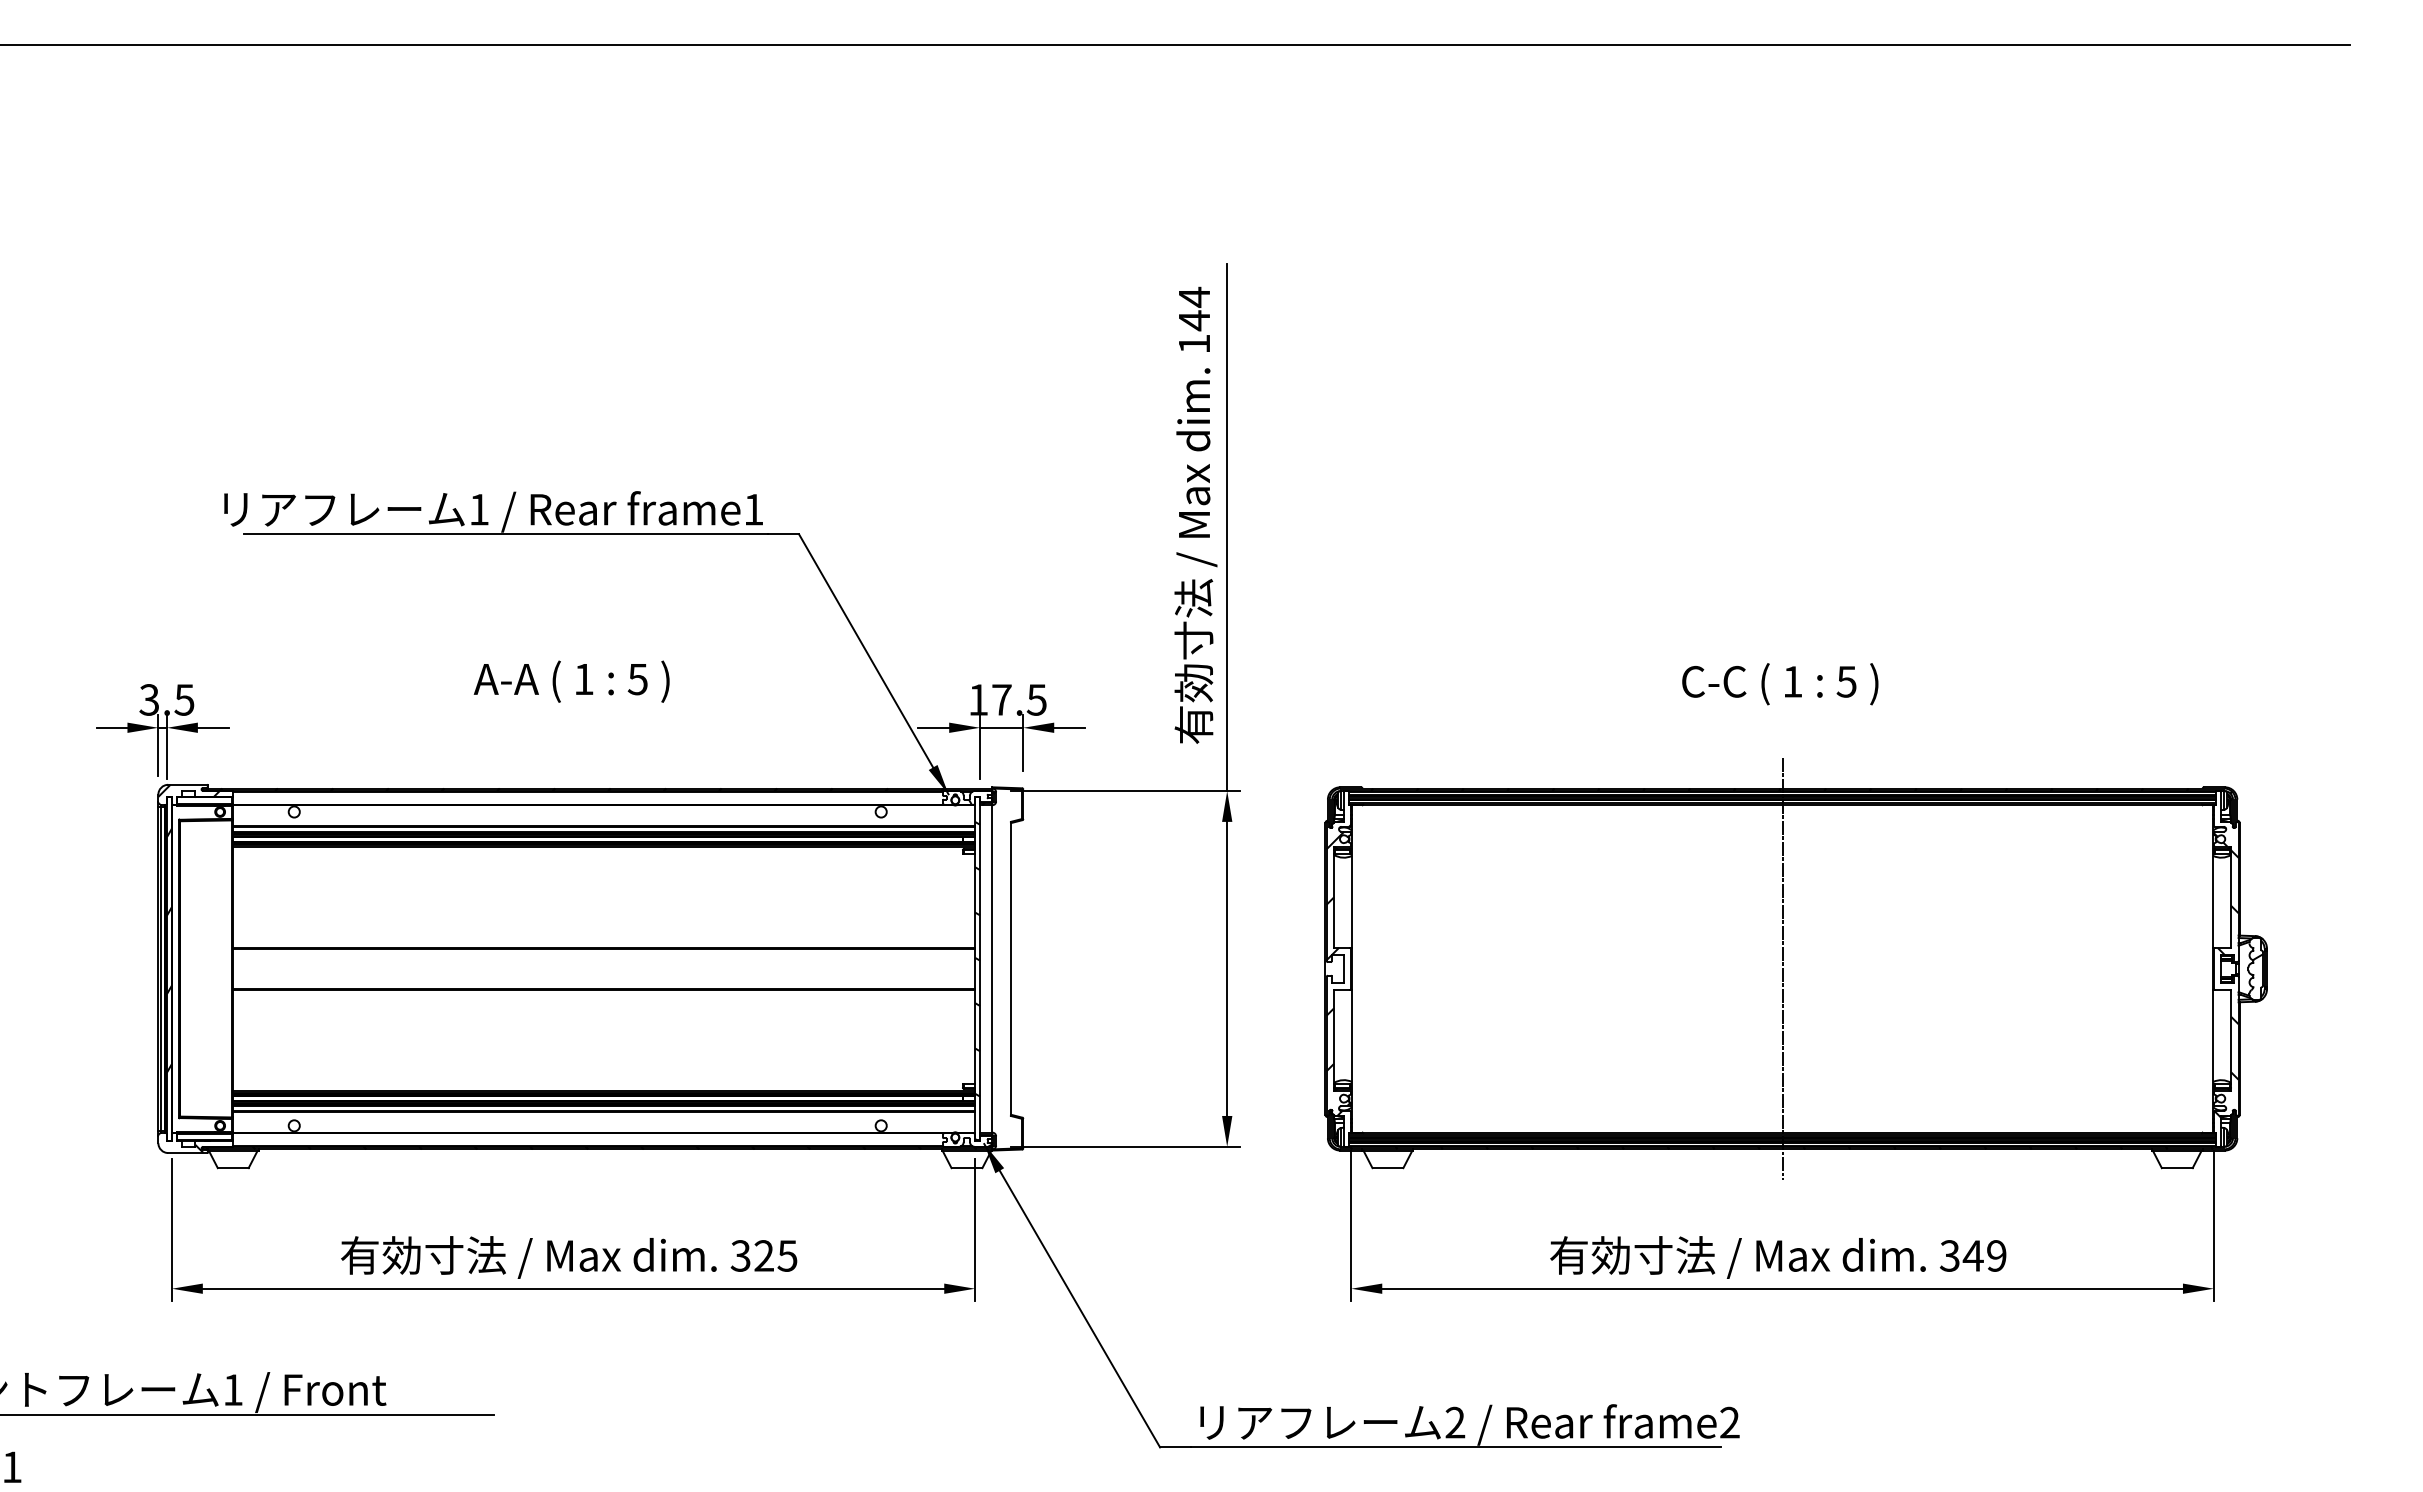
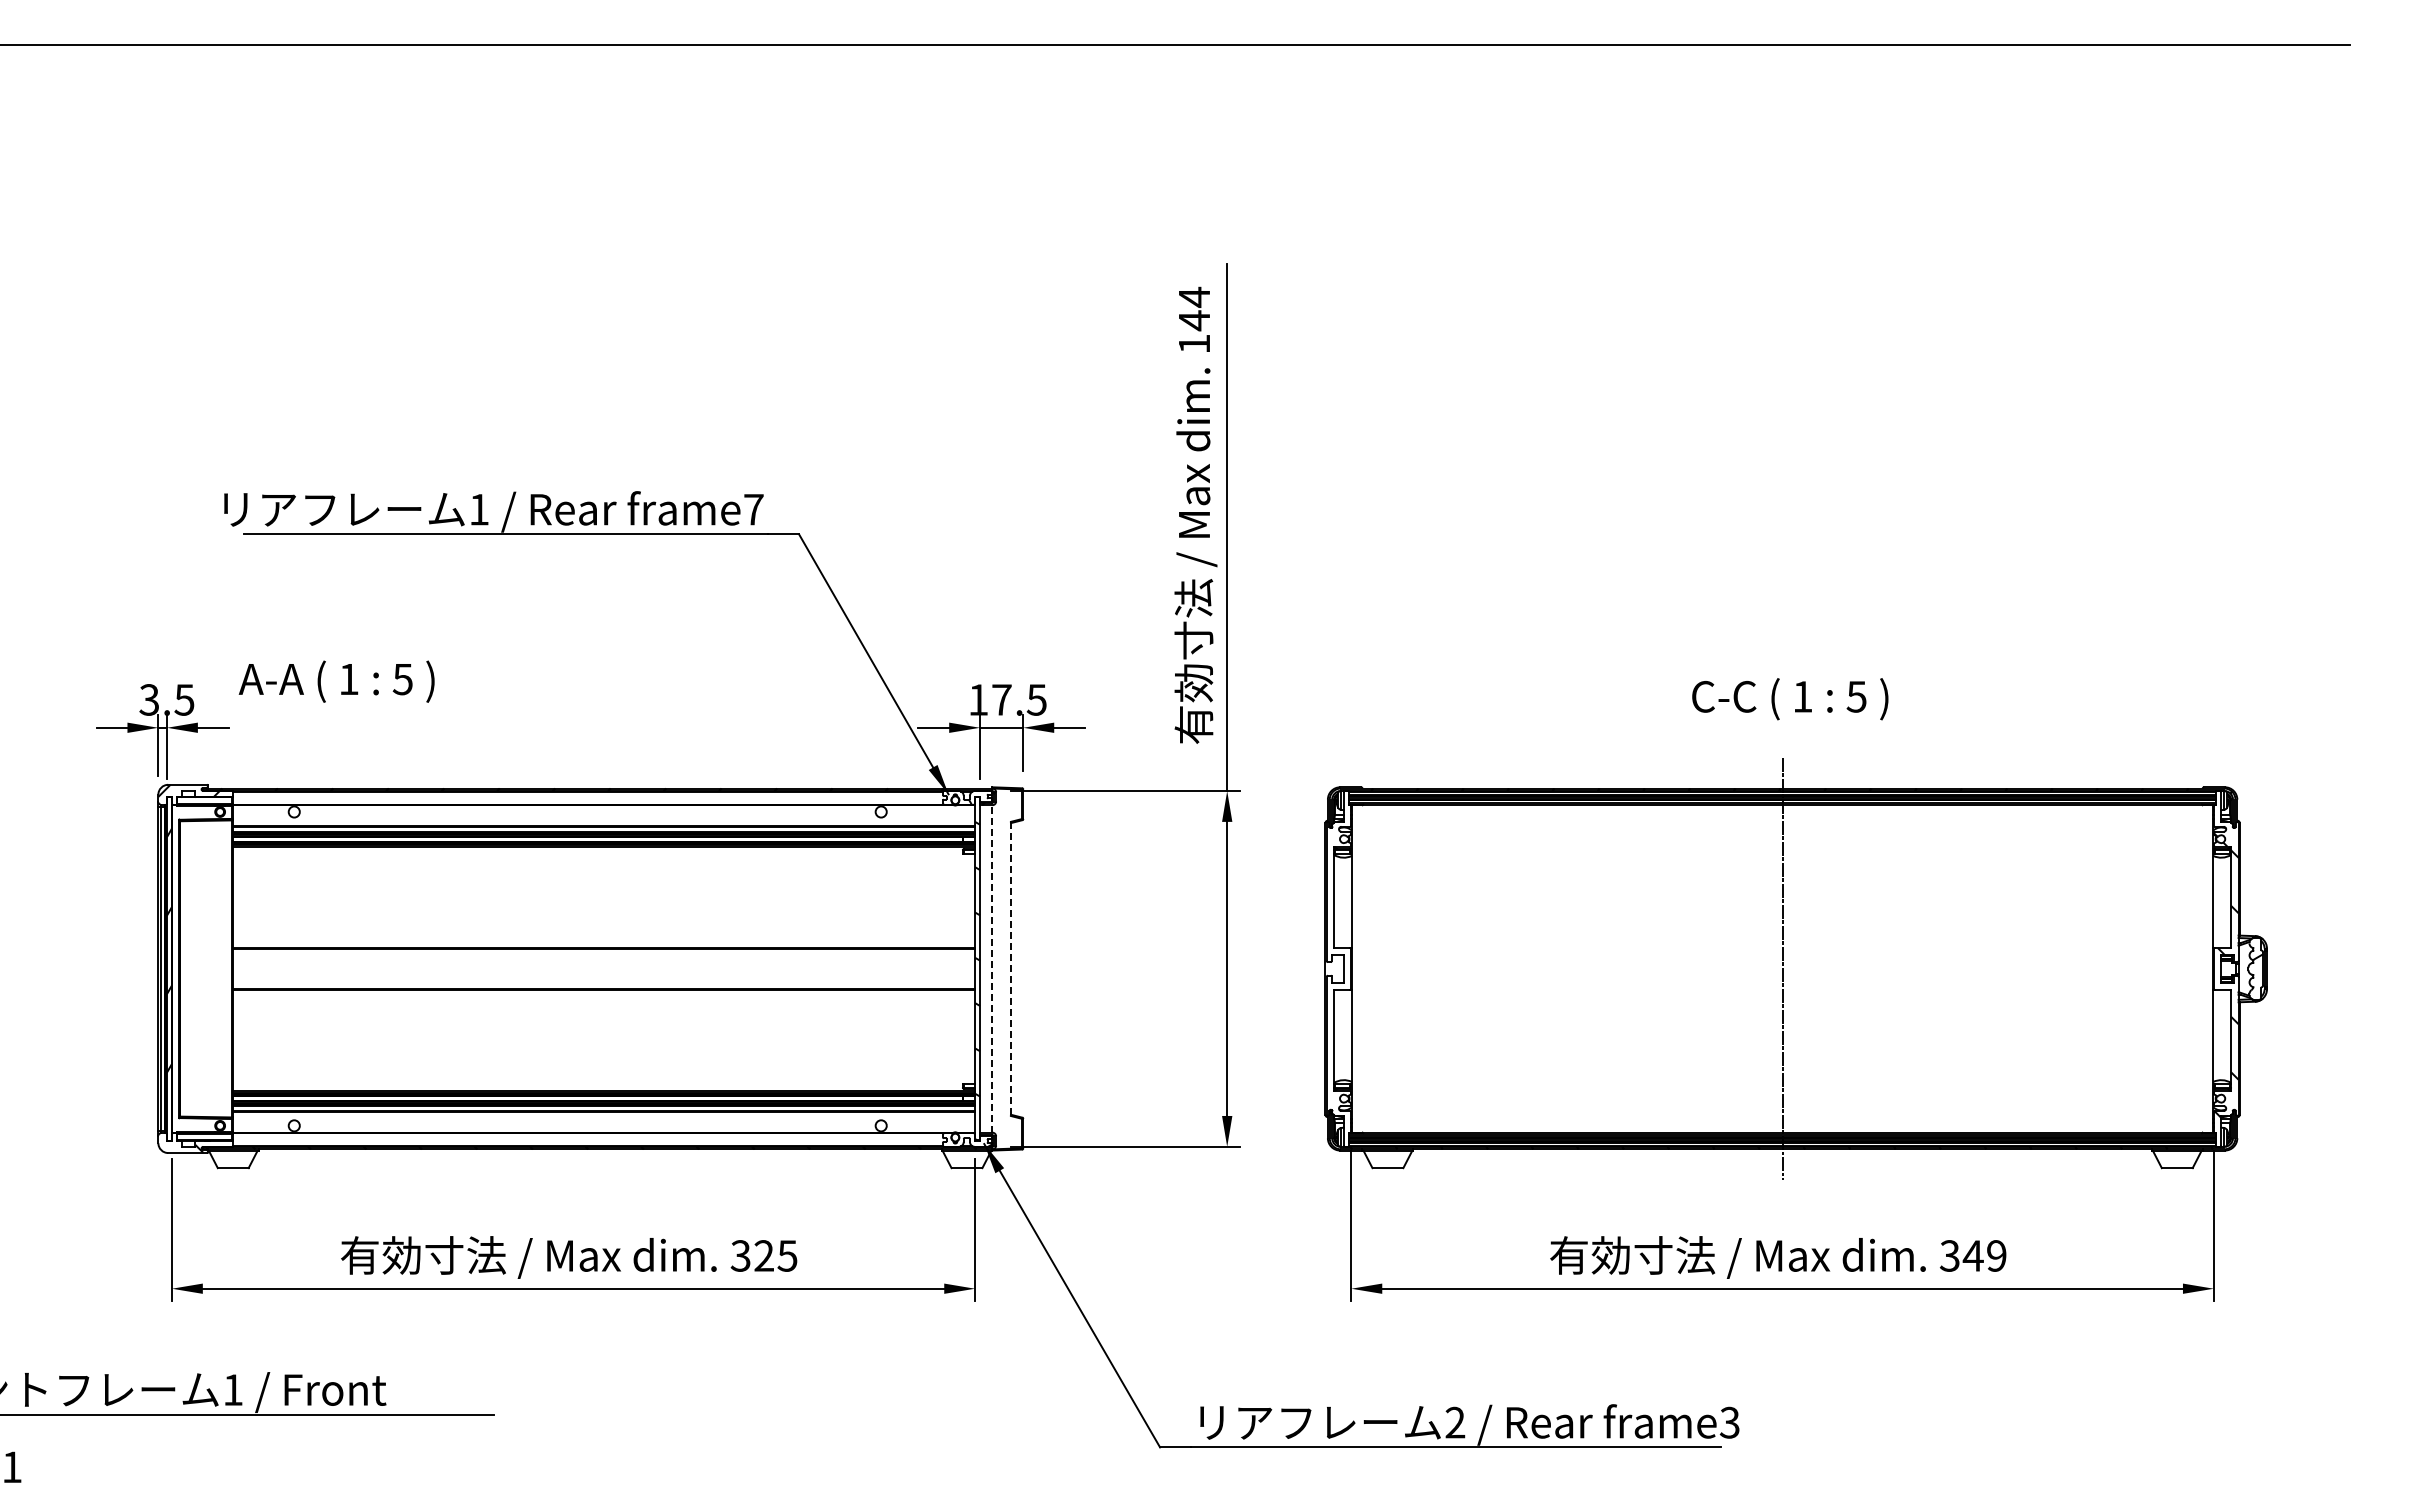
text at (753, 509): frame1 -> frame7
text at (571, 681) position: (571, 681) -> (336, 681)
text at (1780, 684) position: (1780, 684) -> (1790, 699)
line at (992, 968): solid -> dashed
line at (1010, 969): solid -> dashed
hatch at (1338, 969): present -> none
text at (1729, 1422): frame2 -> frame3
